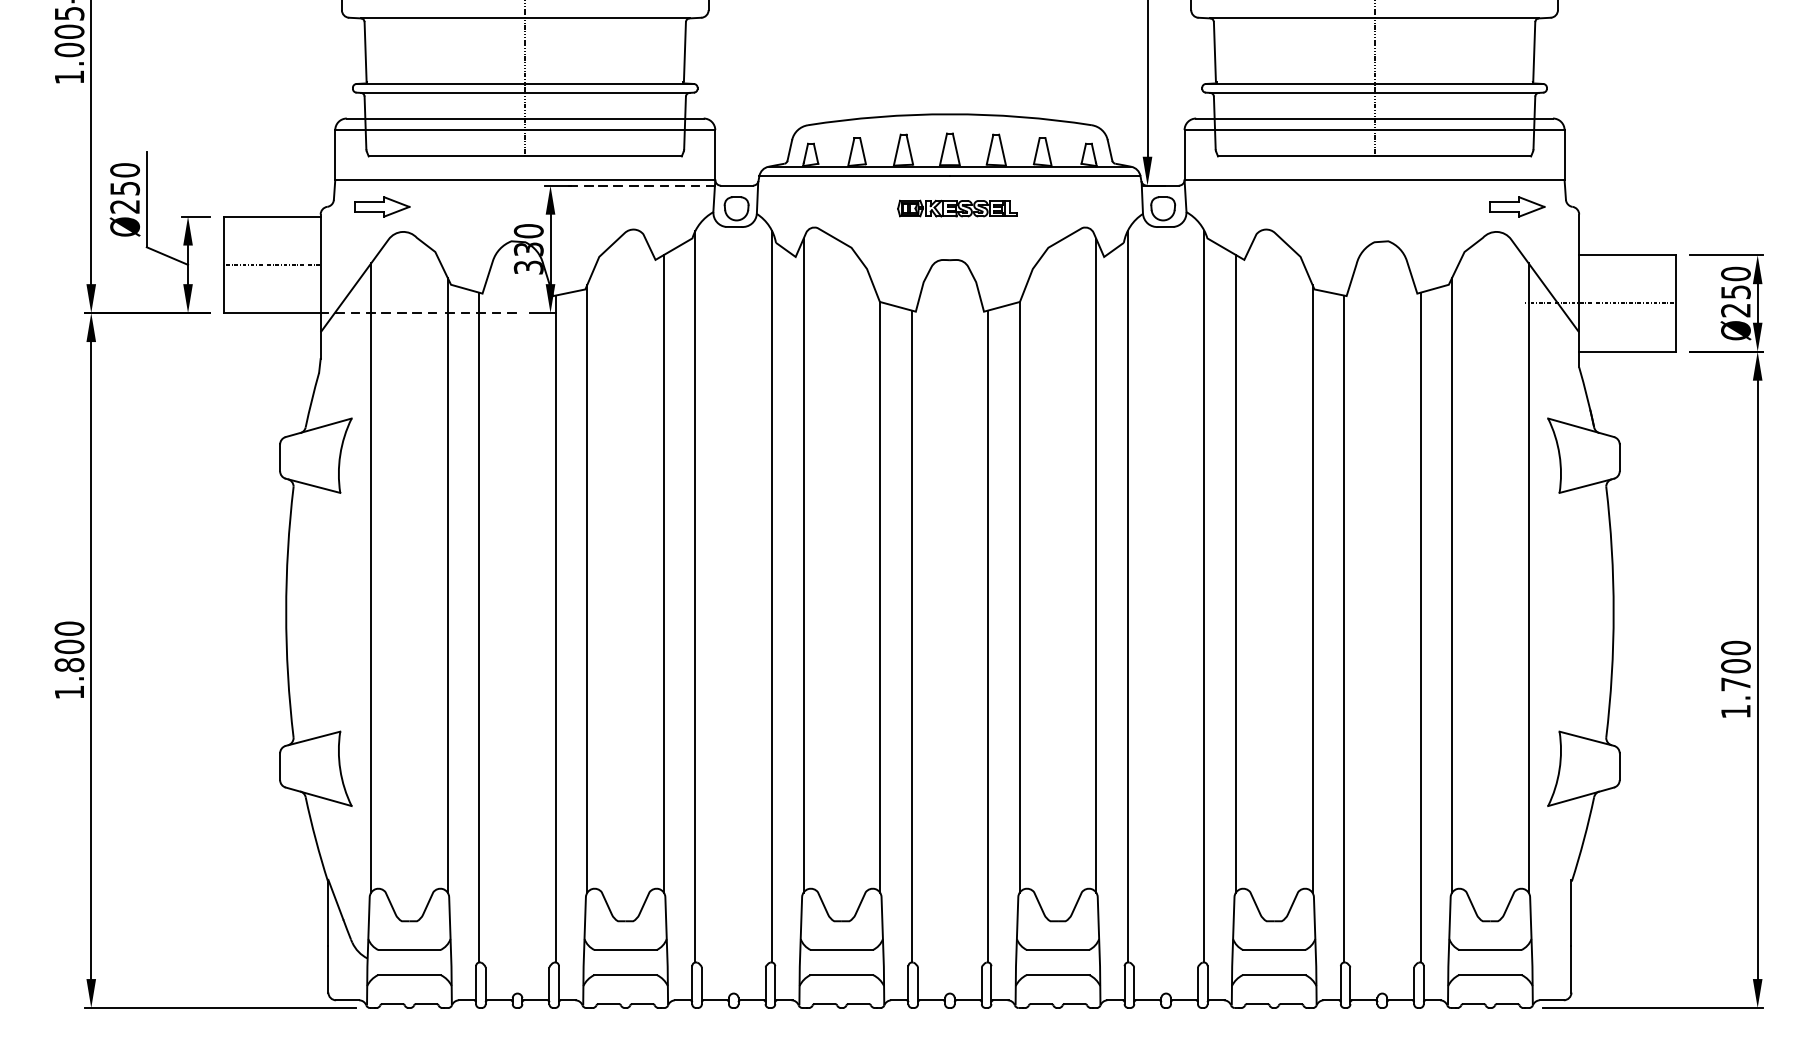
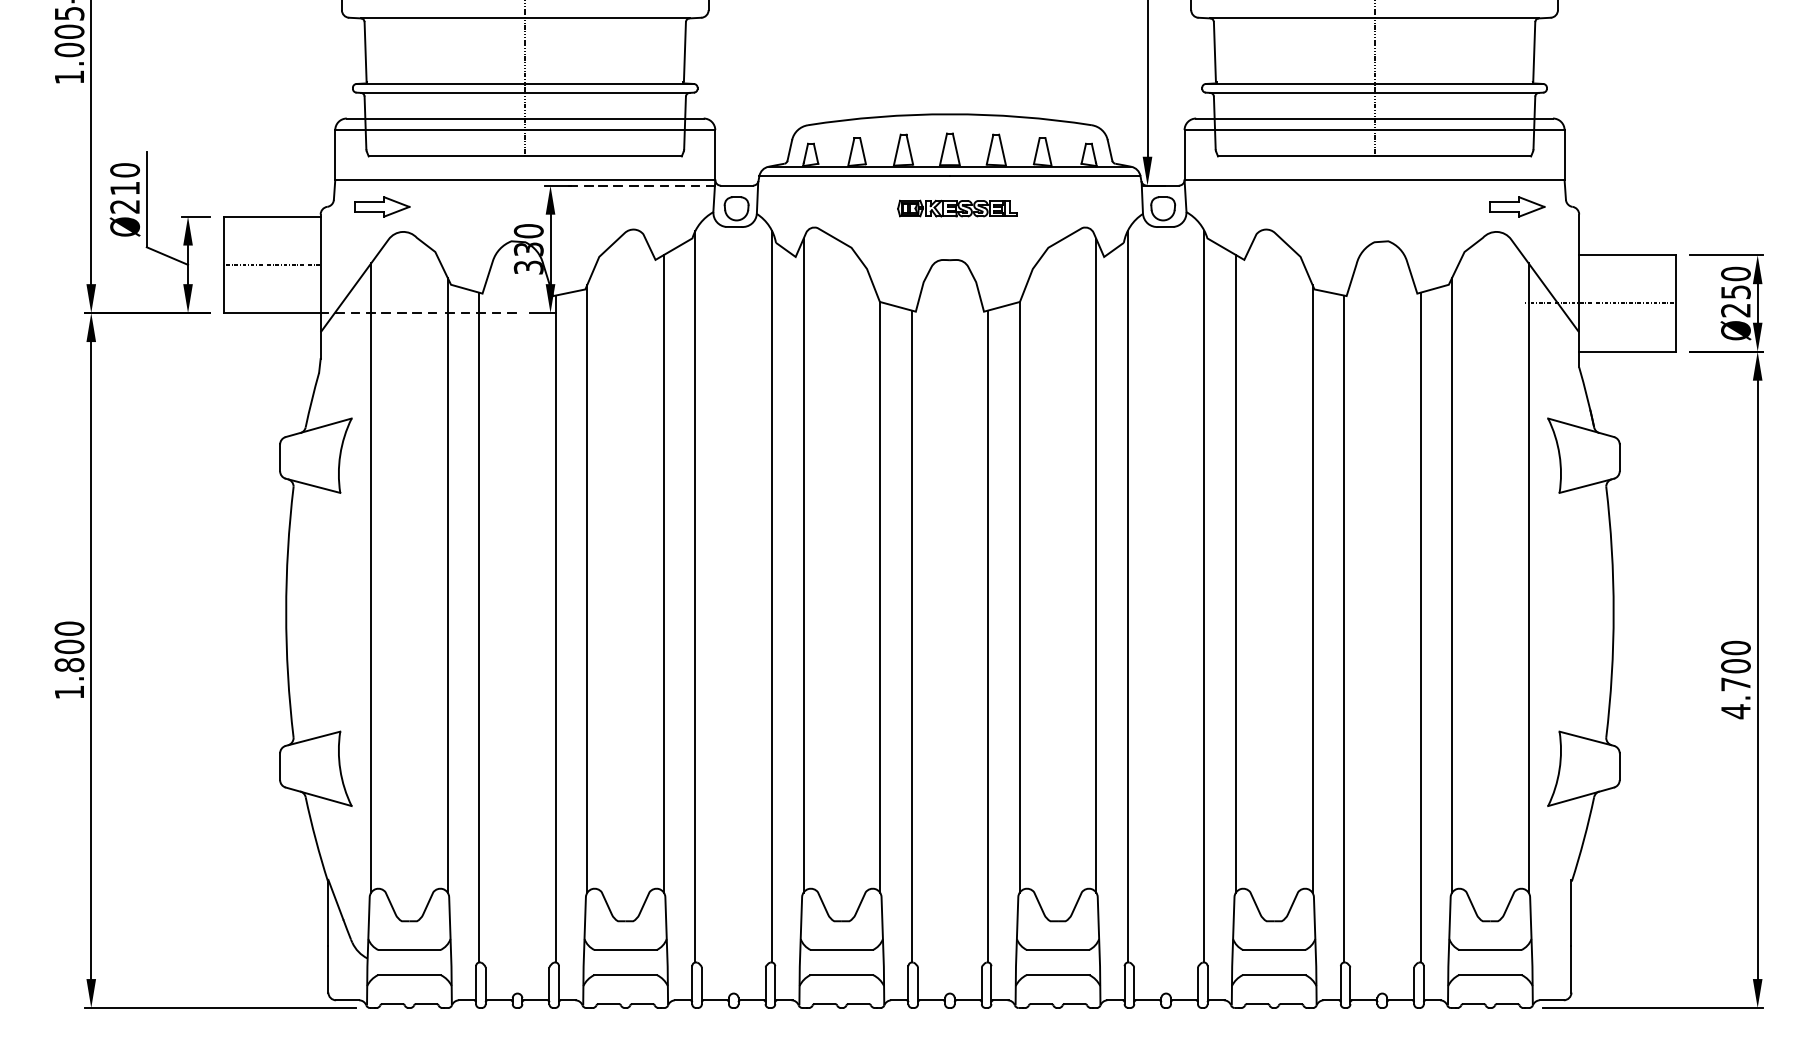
text at (124, 188): Ø250 -> Ø210
text at (1735, 711): 1.700 -> 4.700
